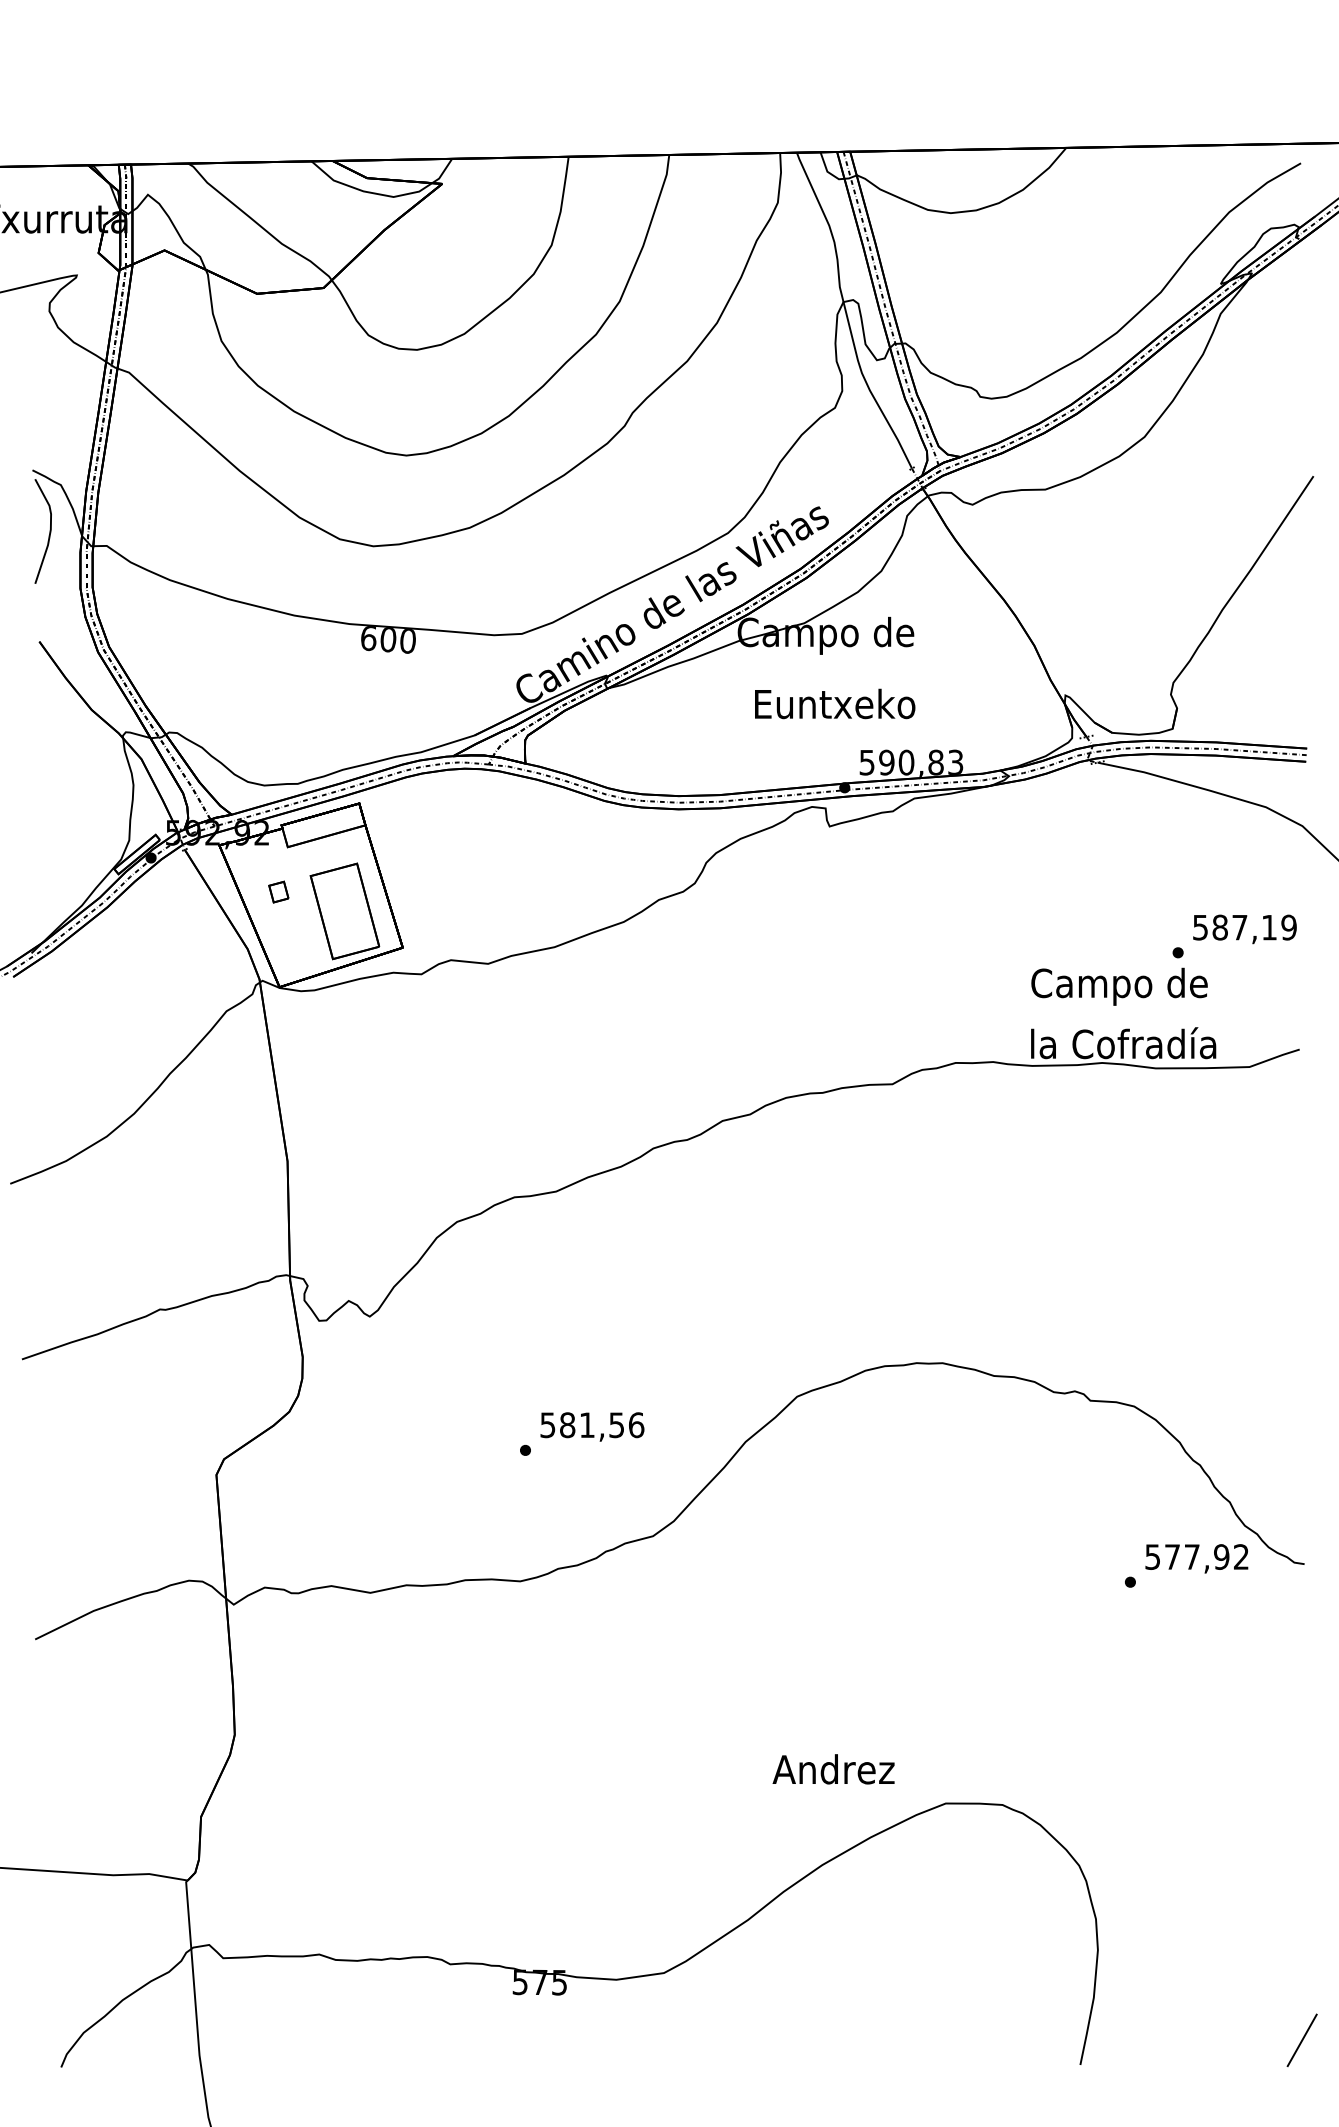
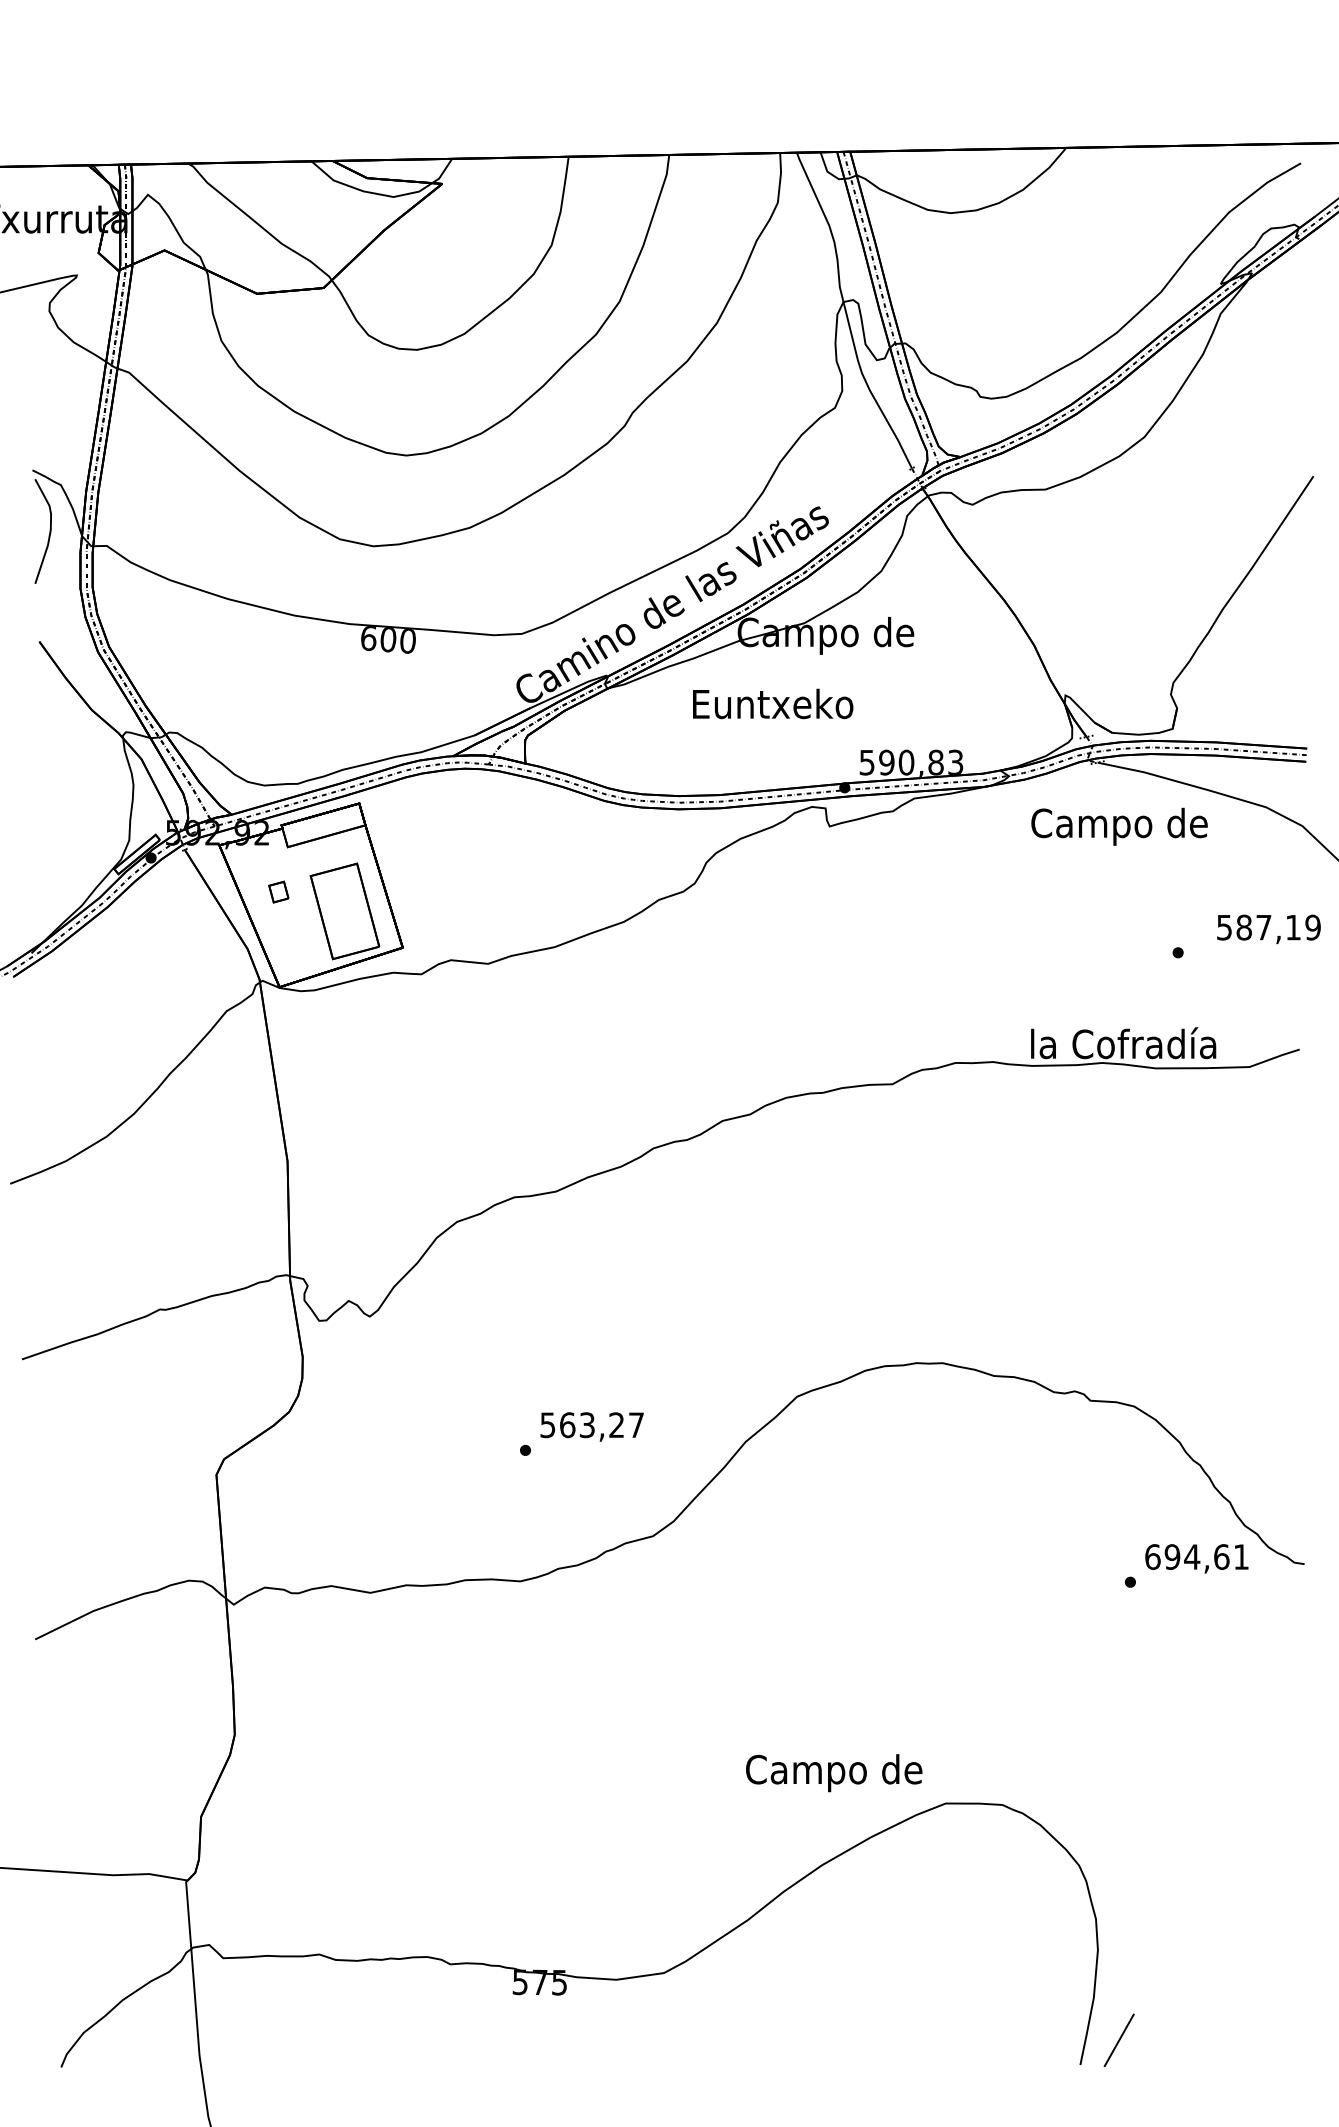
text at (835, 703) position: (835, 703) -> (773, 703)
text at (1244, 929) position: (1244, 929) -> (1268, 929)
text at (1119, 986) position: (1119, 986) -> (1119, 826)
text at (602, 1425): 581,56 -> 563,27
text at (1196, 1556): 577,92 -> 694,61
text at (834, 1773): Andrez -> Campo de
line at (1301, 2039) position: (1301, 2039) -> (1118, 2039)
